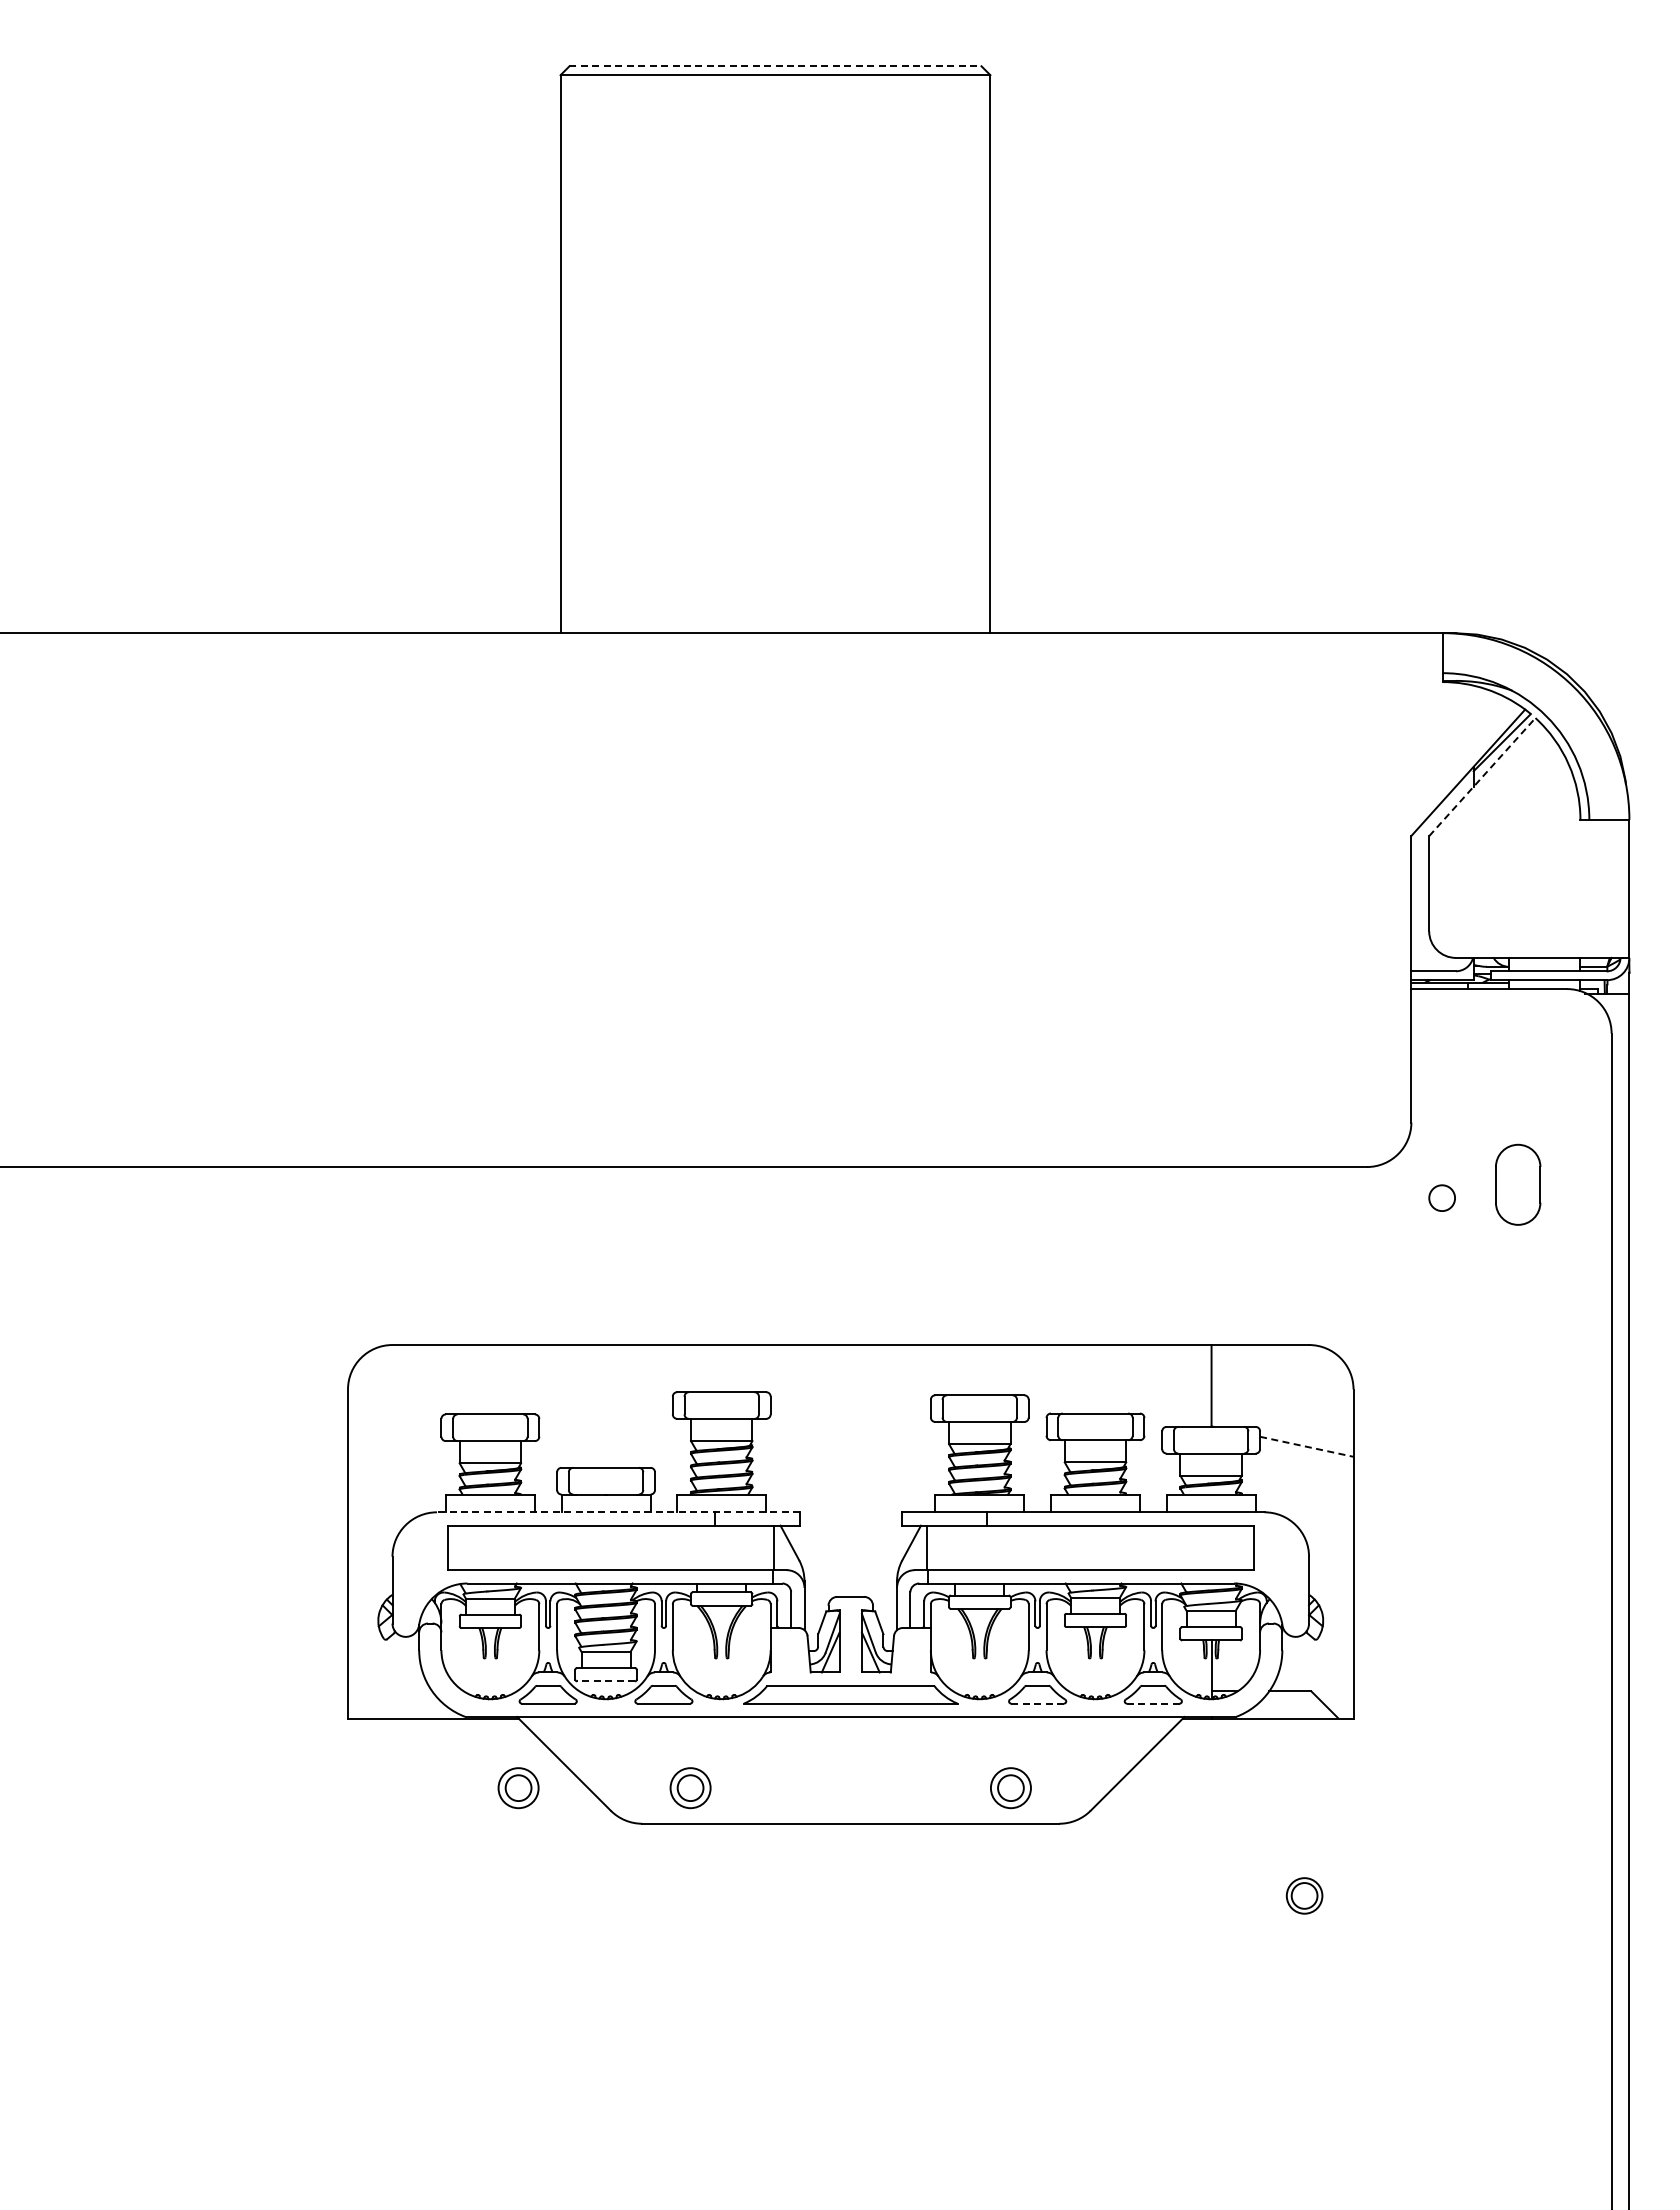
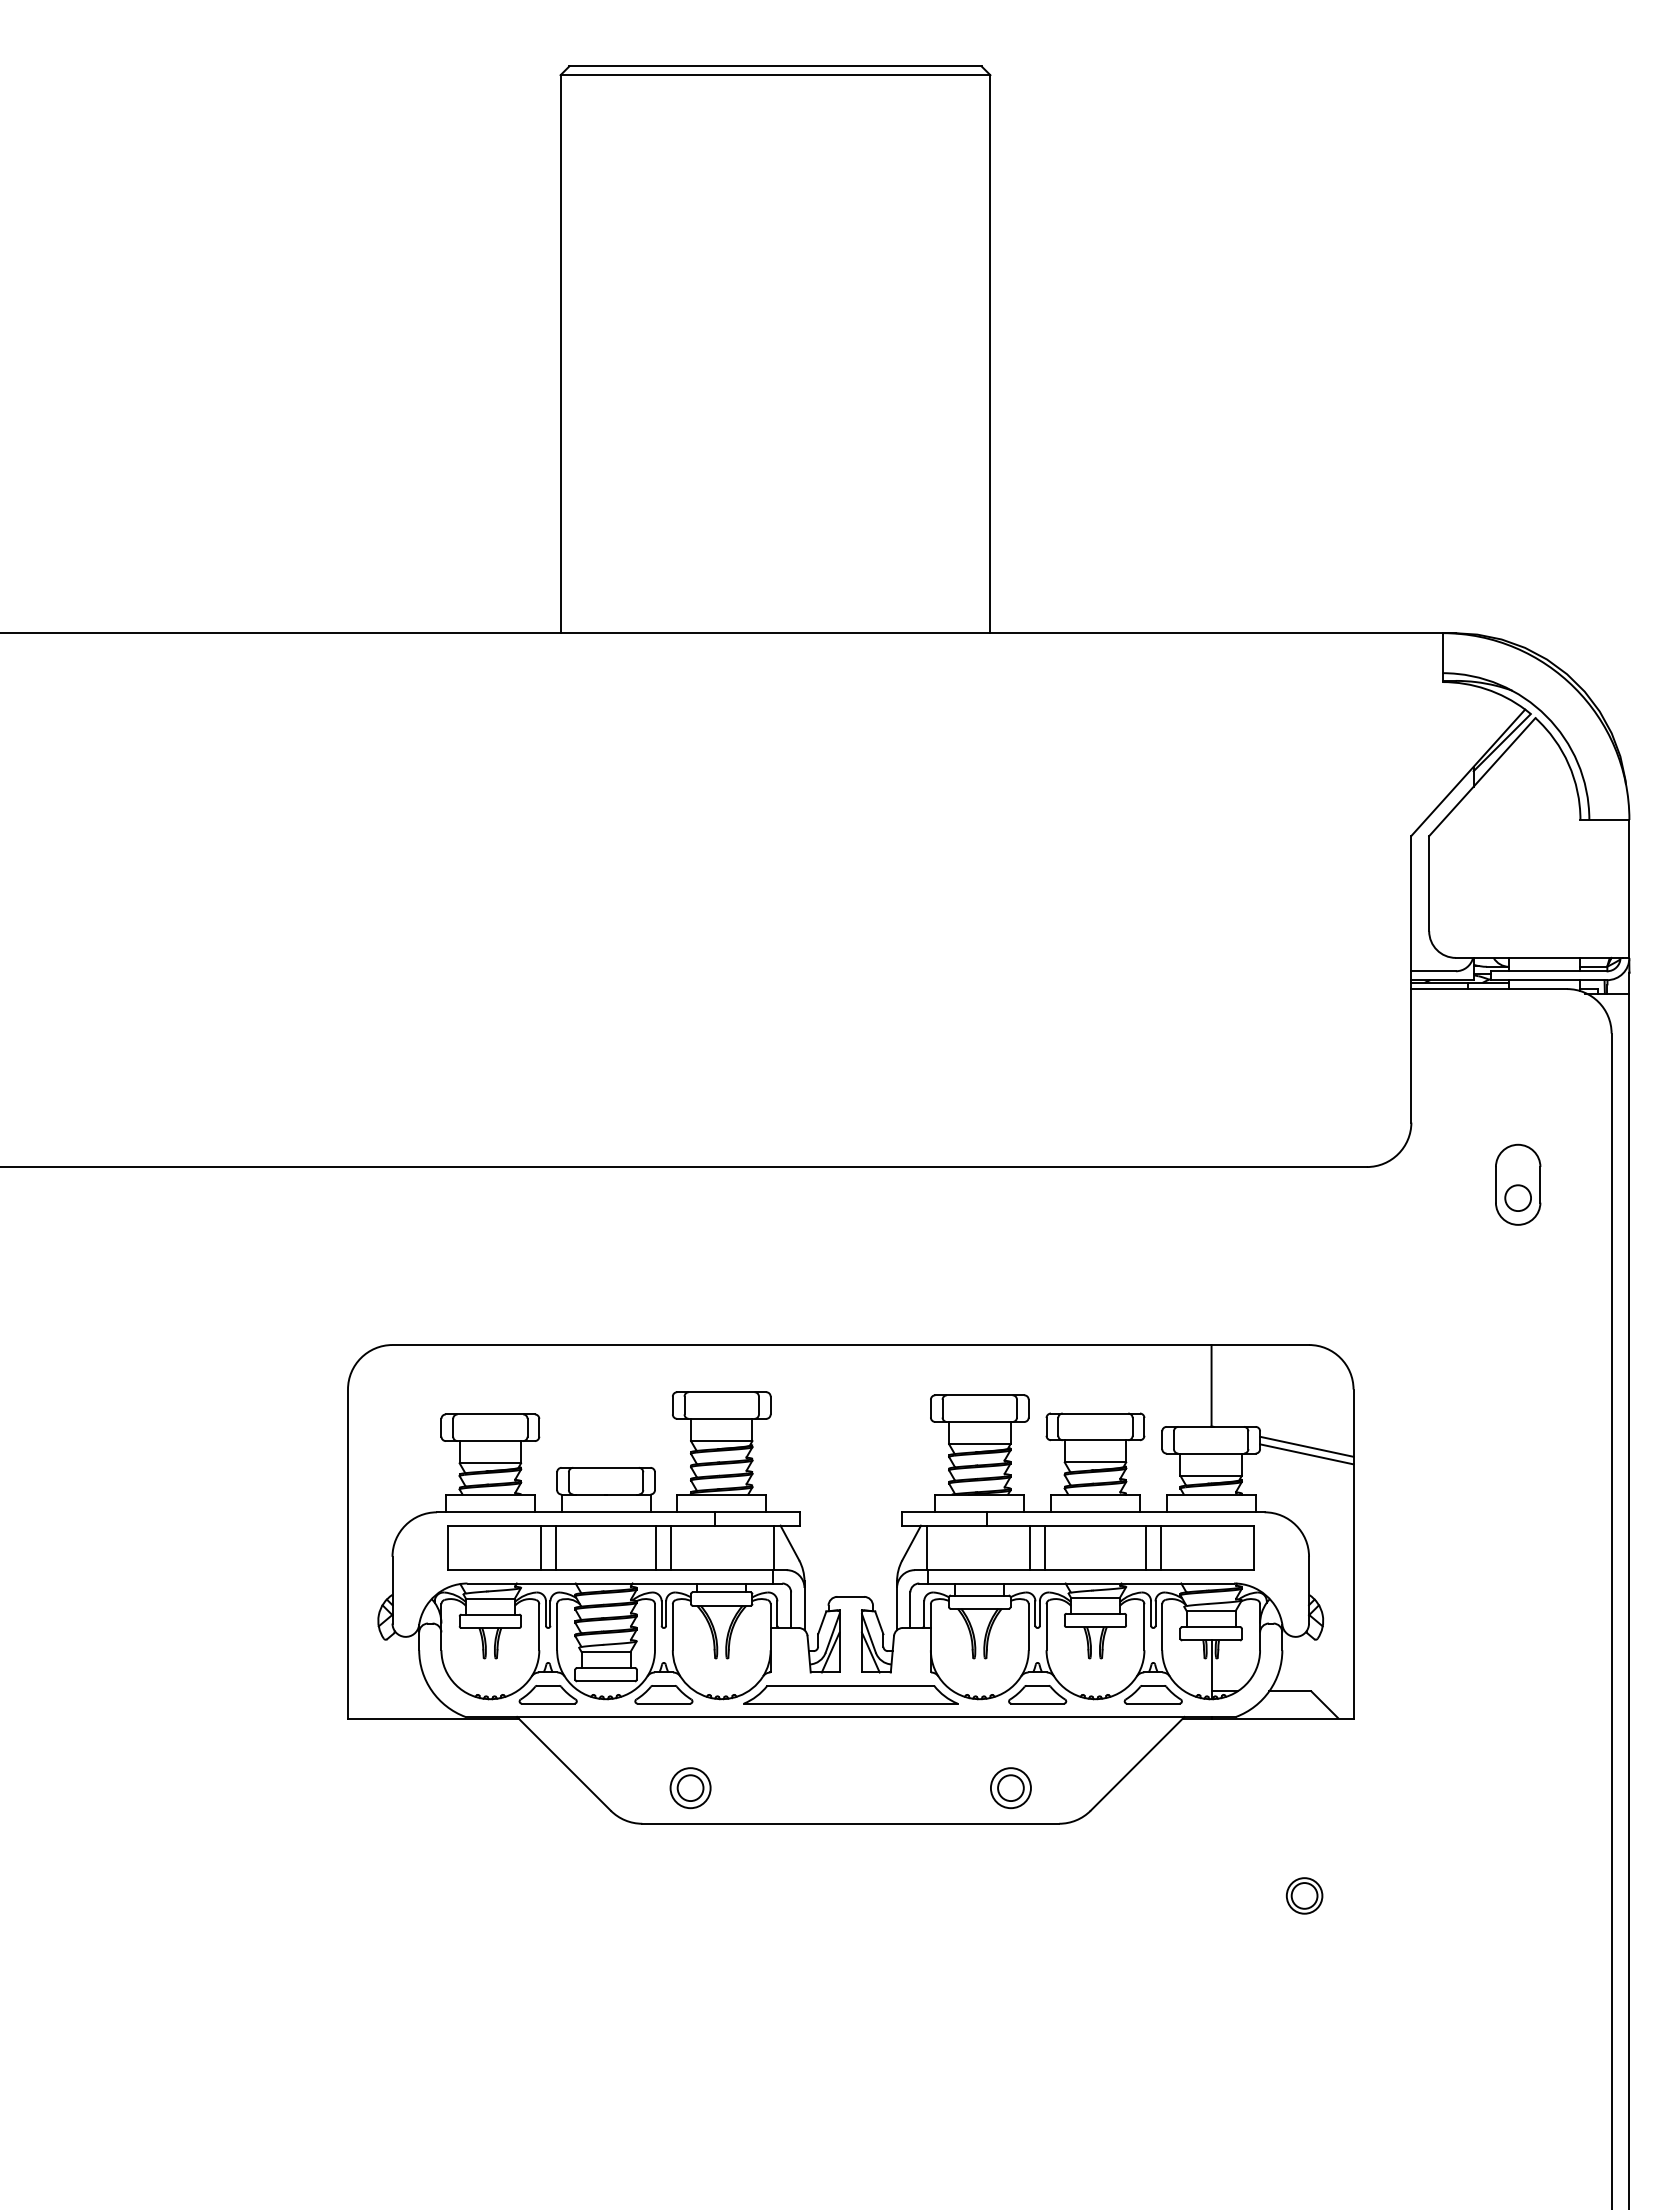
line at (775, 66): dashed -> solid
line at (1482, 776): dashed -> solid
circle at (1441, 1197) position: (1441, 1197) -> (1517, 1197)
line at (1306, 1446): dashed -> solid
line at (1306, 1454): none -> present
line at (618, 1512): dashed -> solid
line at (540, 1547): none -> present
line at (555, 1547): none -> present
line at (656, 1547): none -> present
line at (671, 1547): none -> present
line at (1030, 1547): none -> present
line at (1045, 1547): none -> present
line at (1145, 1547): none -> present
line at (1160, 1547): none -> present
line at (606, 1681): dashed -> solid
line at (1038, 1703): dashed -> solid
line at (1153, 1703): dashed -> solid
part at (518, 1788): present -> none
